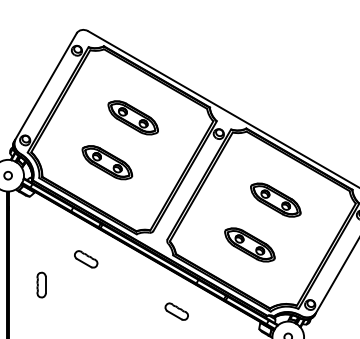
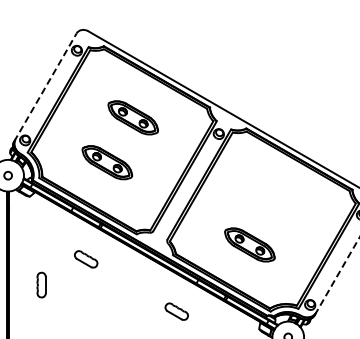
line at (45, 87): solid -> dashed
part at (275, 199): present -> none
line at (337, 276): solid -> dashed
